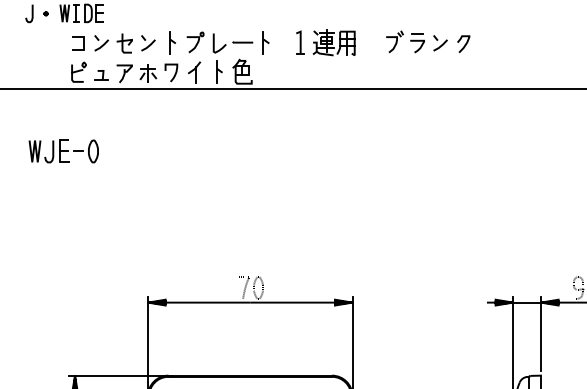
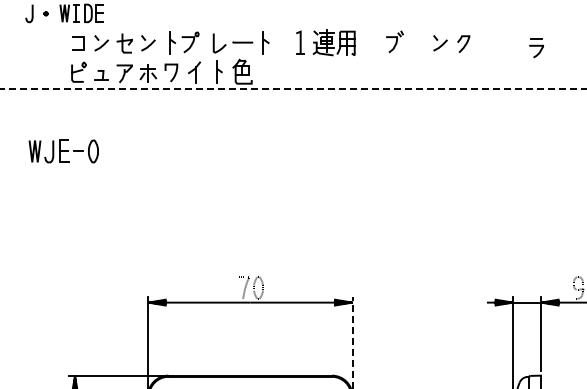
part at (195, 42) position: (195, 42) -> (190, 42)
part at (417, 43) position: (417, 43) -> (536, 48)
line at (294, 89): solid -> dashed
line at (352, 342): solid -> dashed
